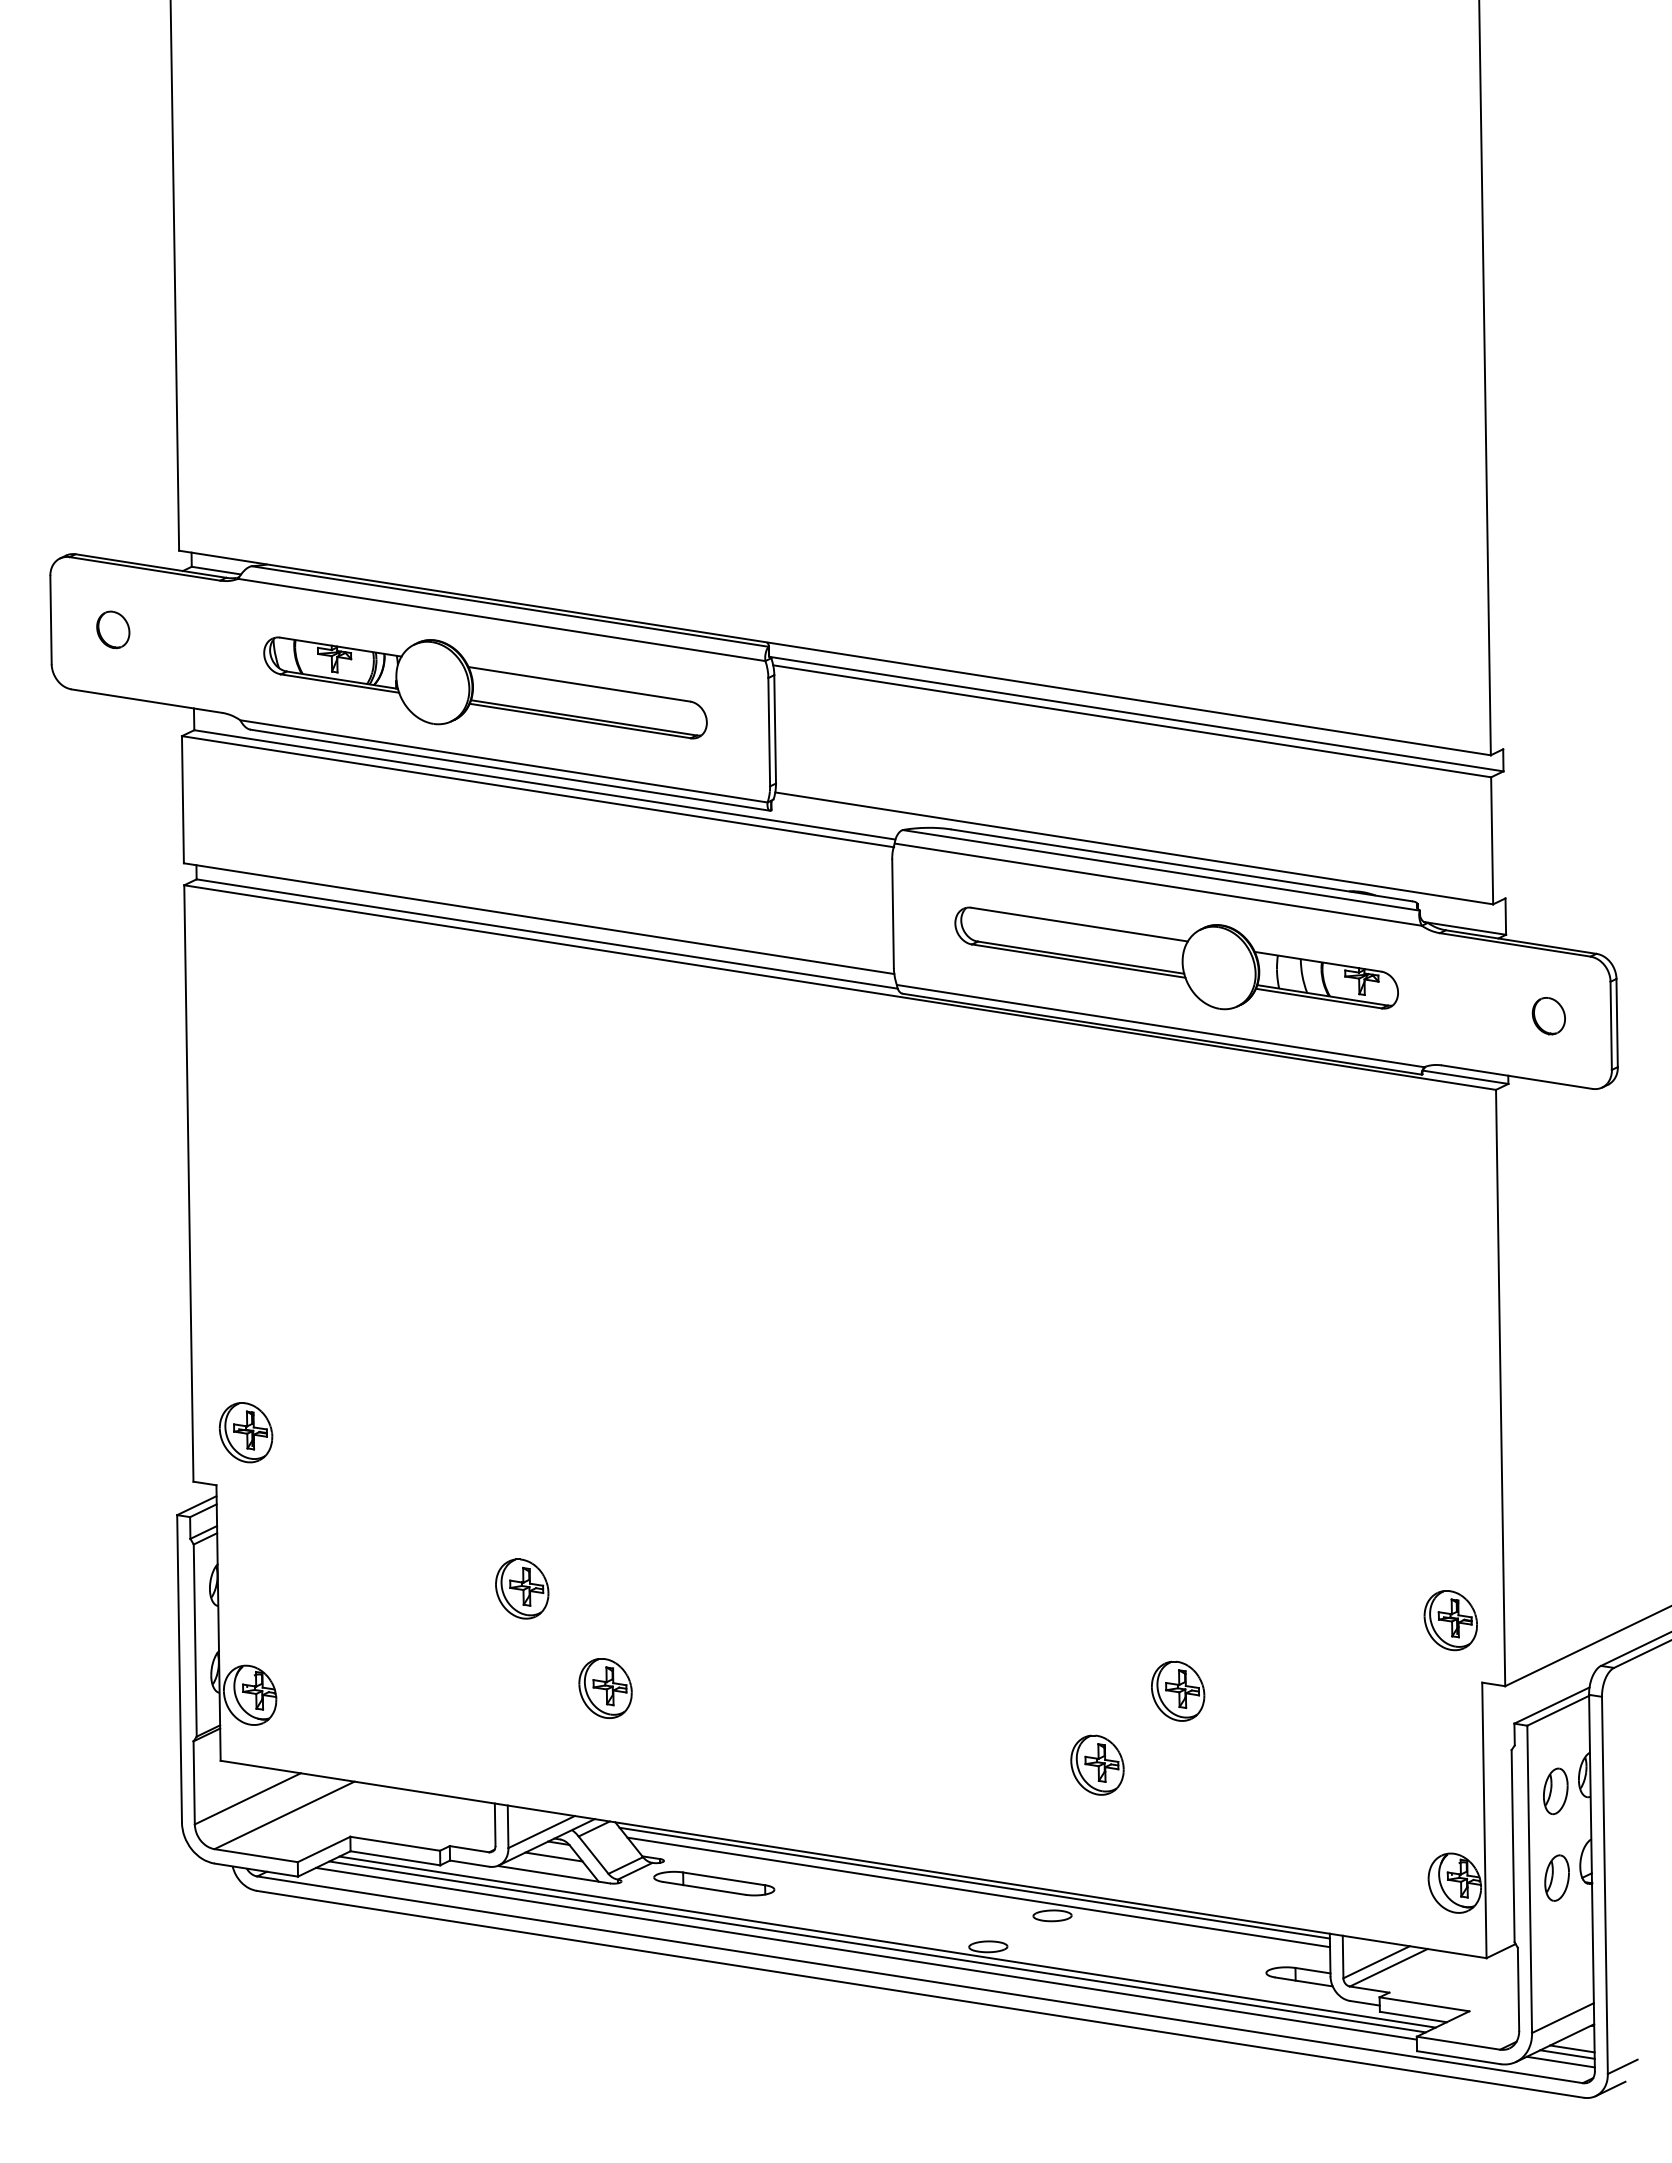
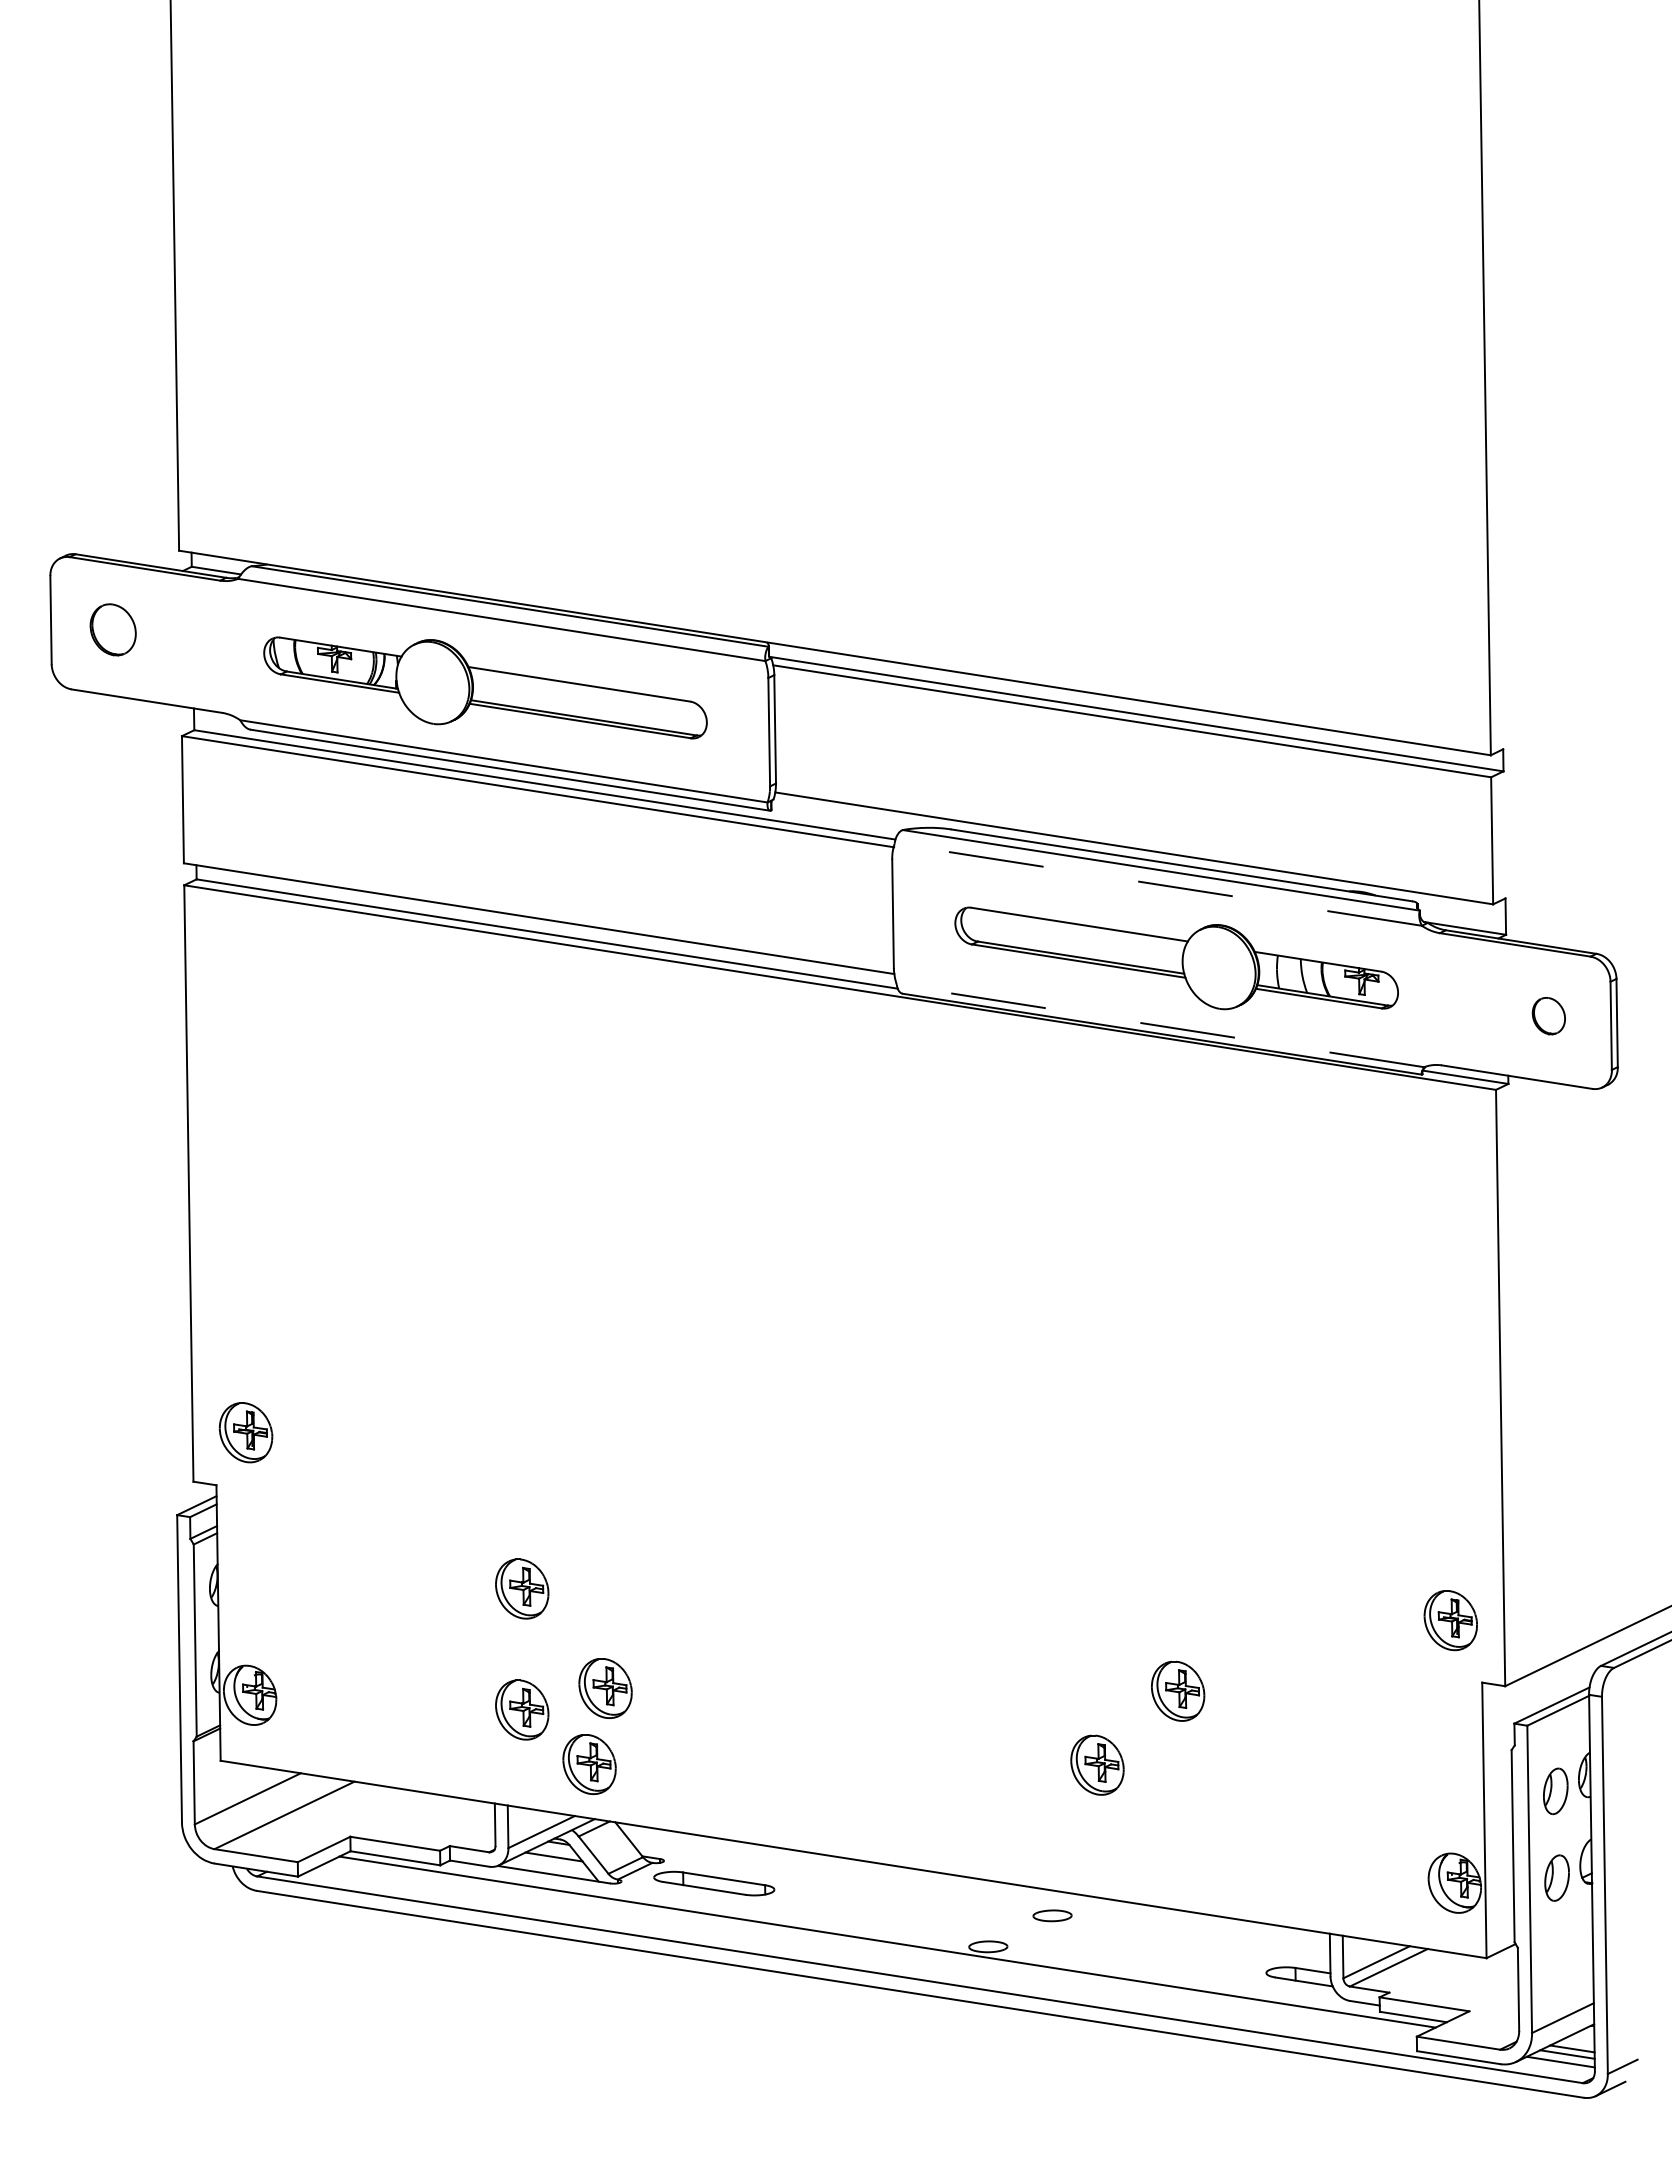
part at (113, 629) size: 35x40 px -> 48x54 px
line at (1158, 884): solid -> dashed
line at (1160, 1026): solid -> dashed
part at (522, 1709): none -> present
part at (589, 1764): none -> present
line at (974, 1882): present -> none
line at (978, 1892): present -> none
line at (877, 1946): present -> none
line at (866, 1953): present -> none
